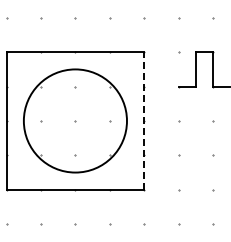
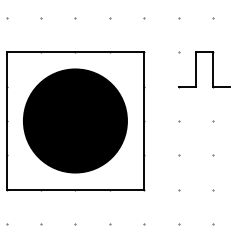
fill at (75, 120): none -> present
line at (144, 121): dashed -> solid
